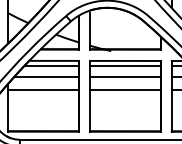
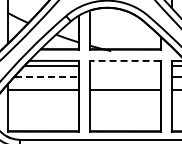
line at (124, 60): solid -> dashed
line at (125, 65): present -> none
line at (46, 76): solid -> dashed
line at (125, 76): present -> none
